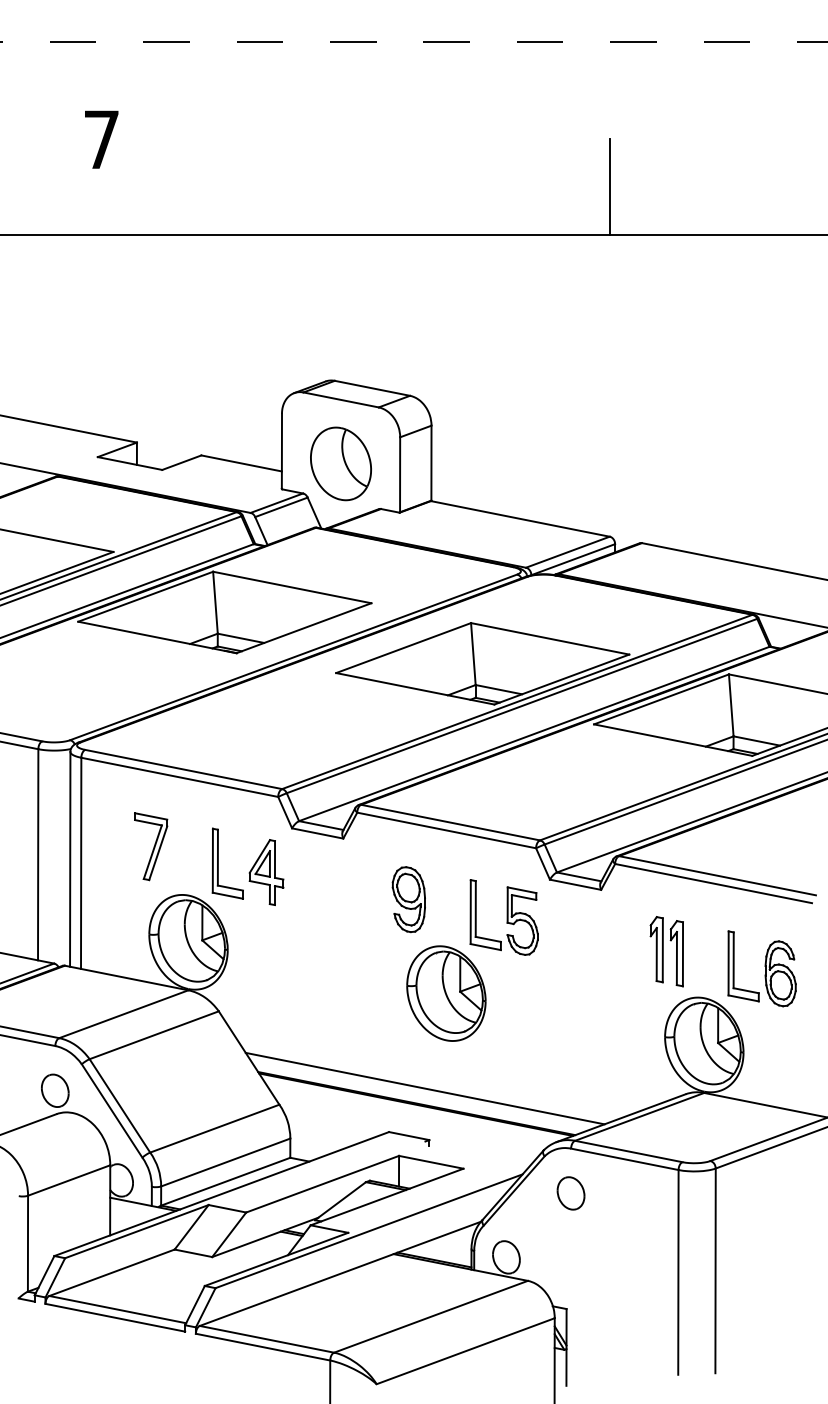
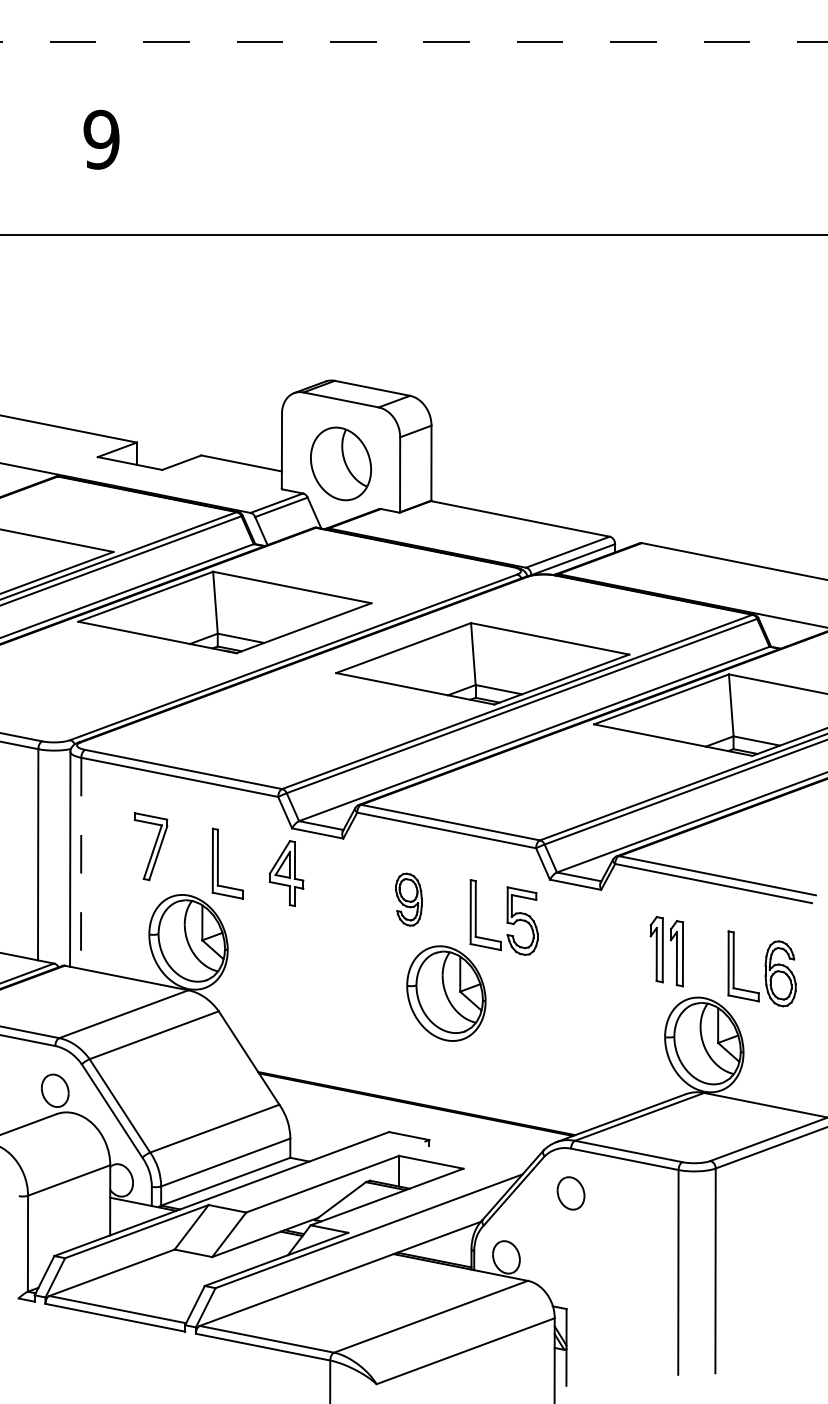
text at (101, 139): 7 -> 9
line at (609, 186): present -> none
line at (81, 863): solid -> dashed
part at (266, 872) position: (266, 872) -> (286, 873)
part at (408, 899) size: 35x68 px -> 28x55 px
line at (424, 1088): present -> none
